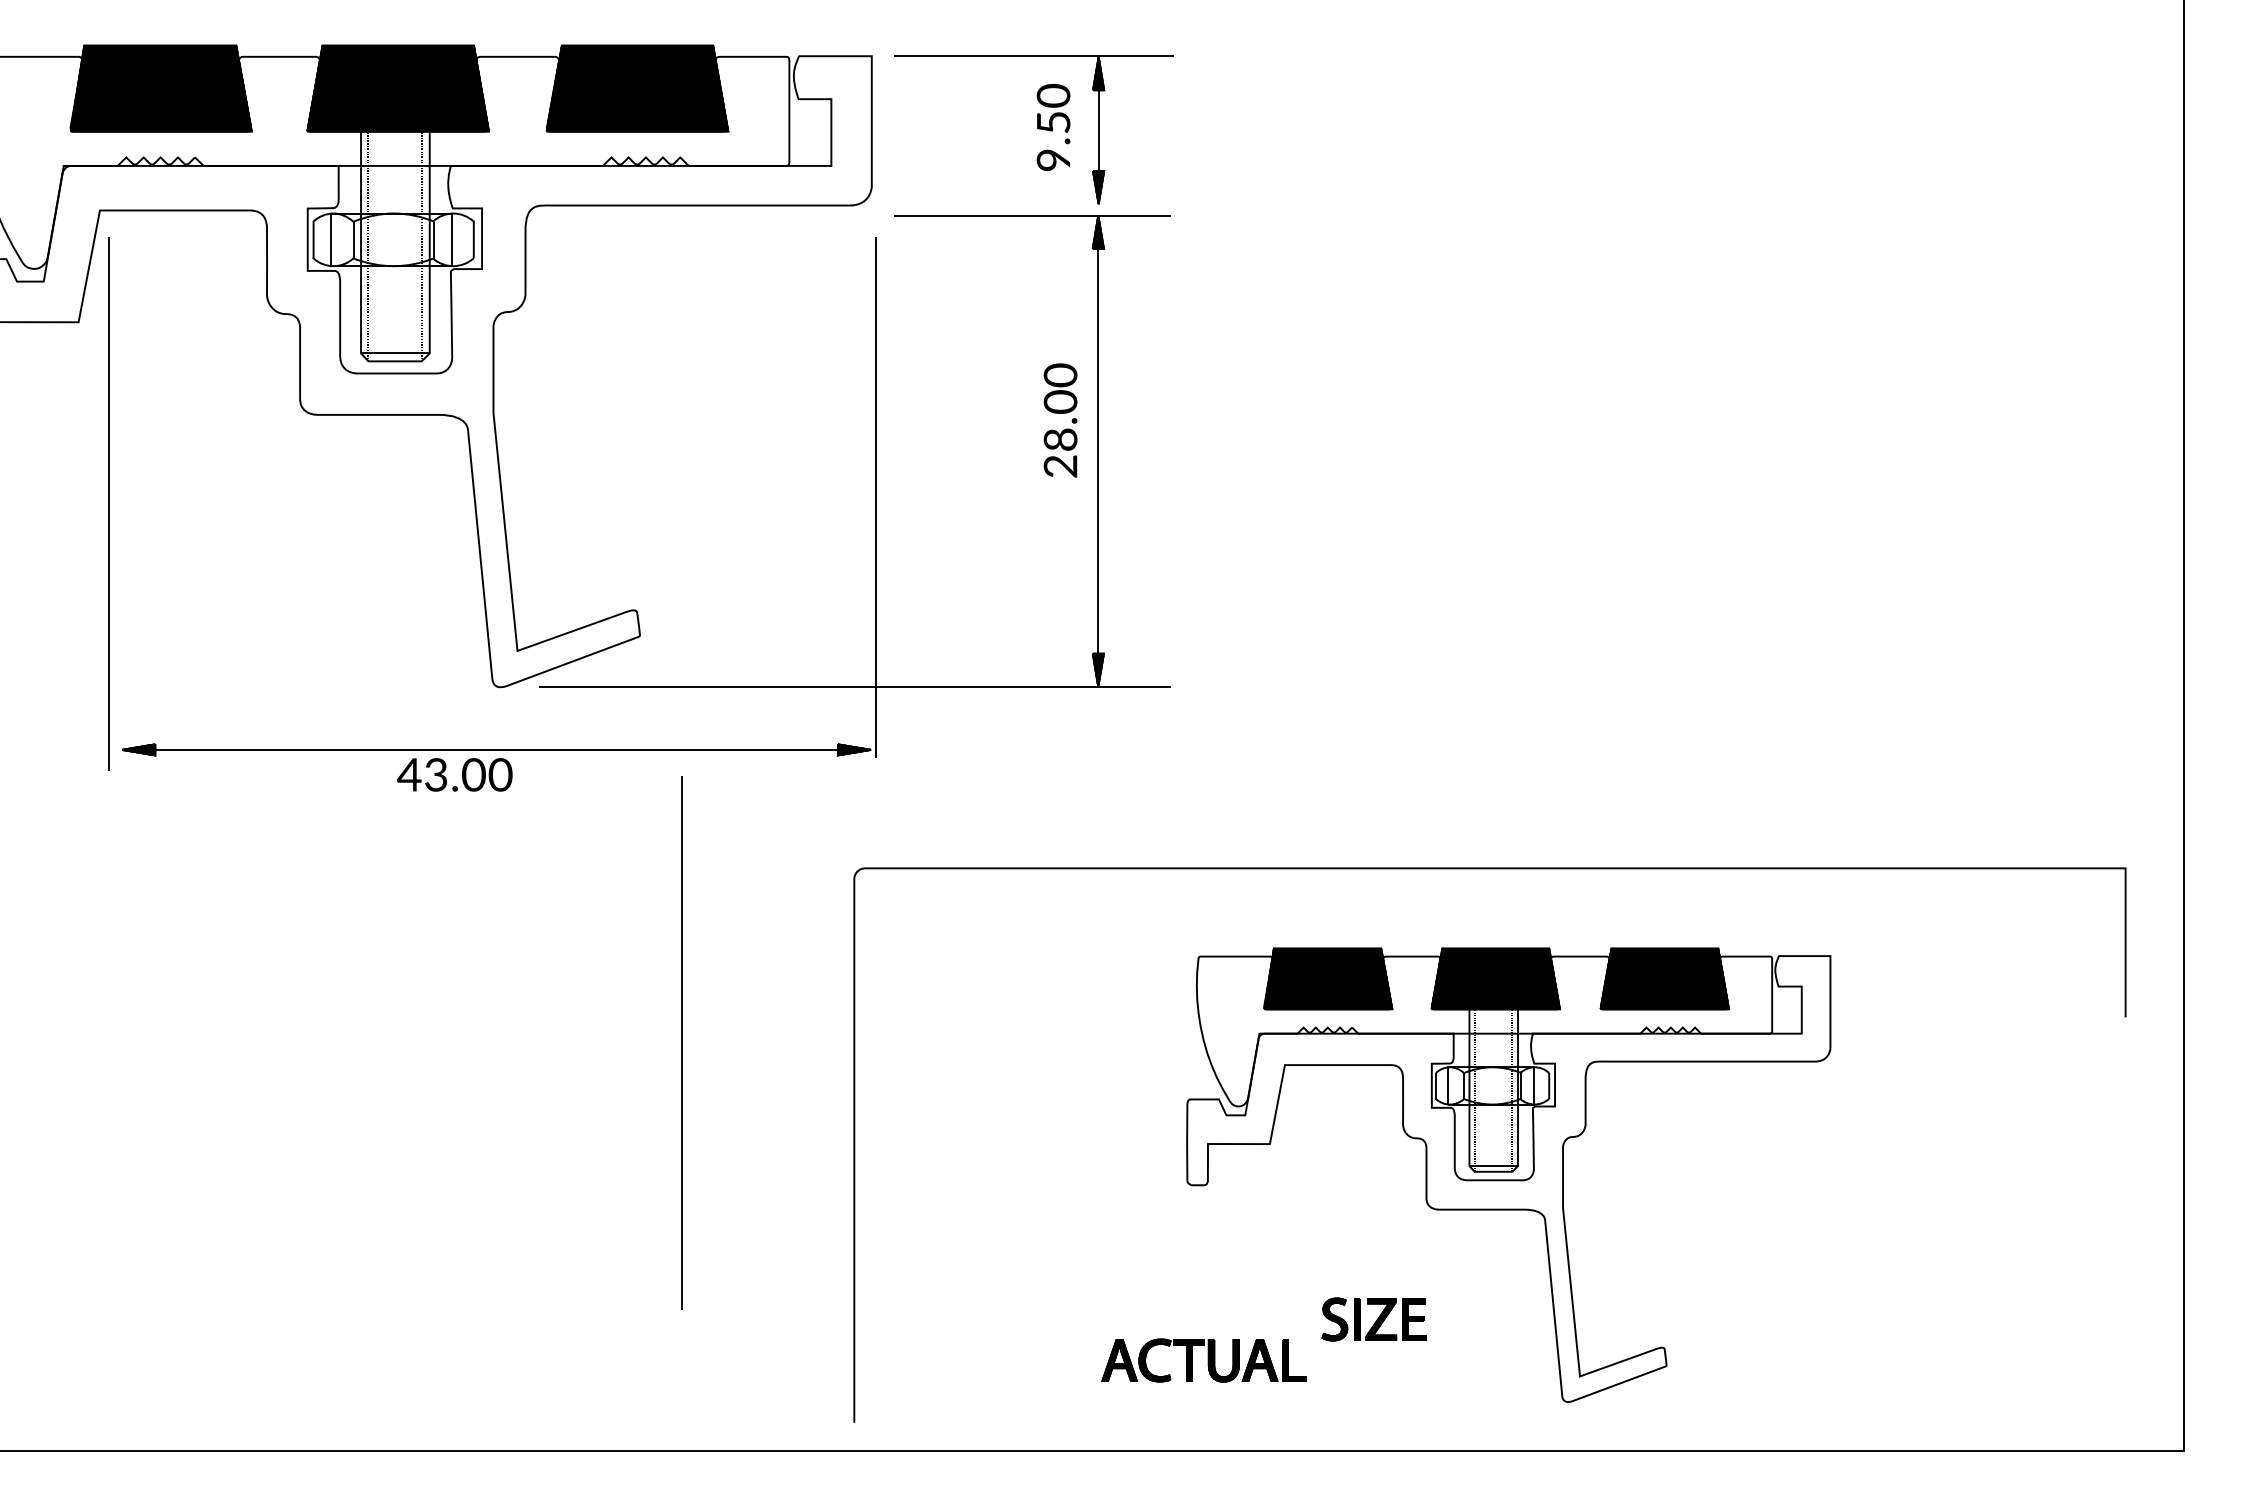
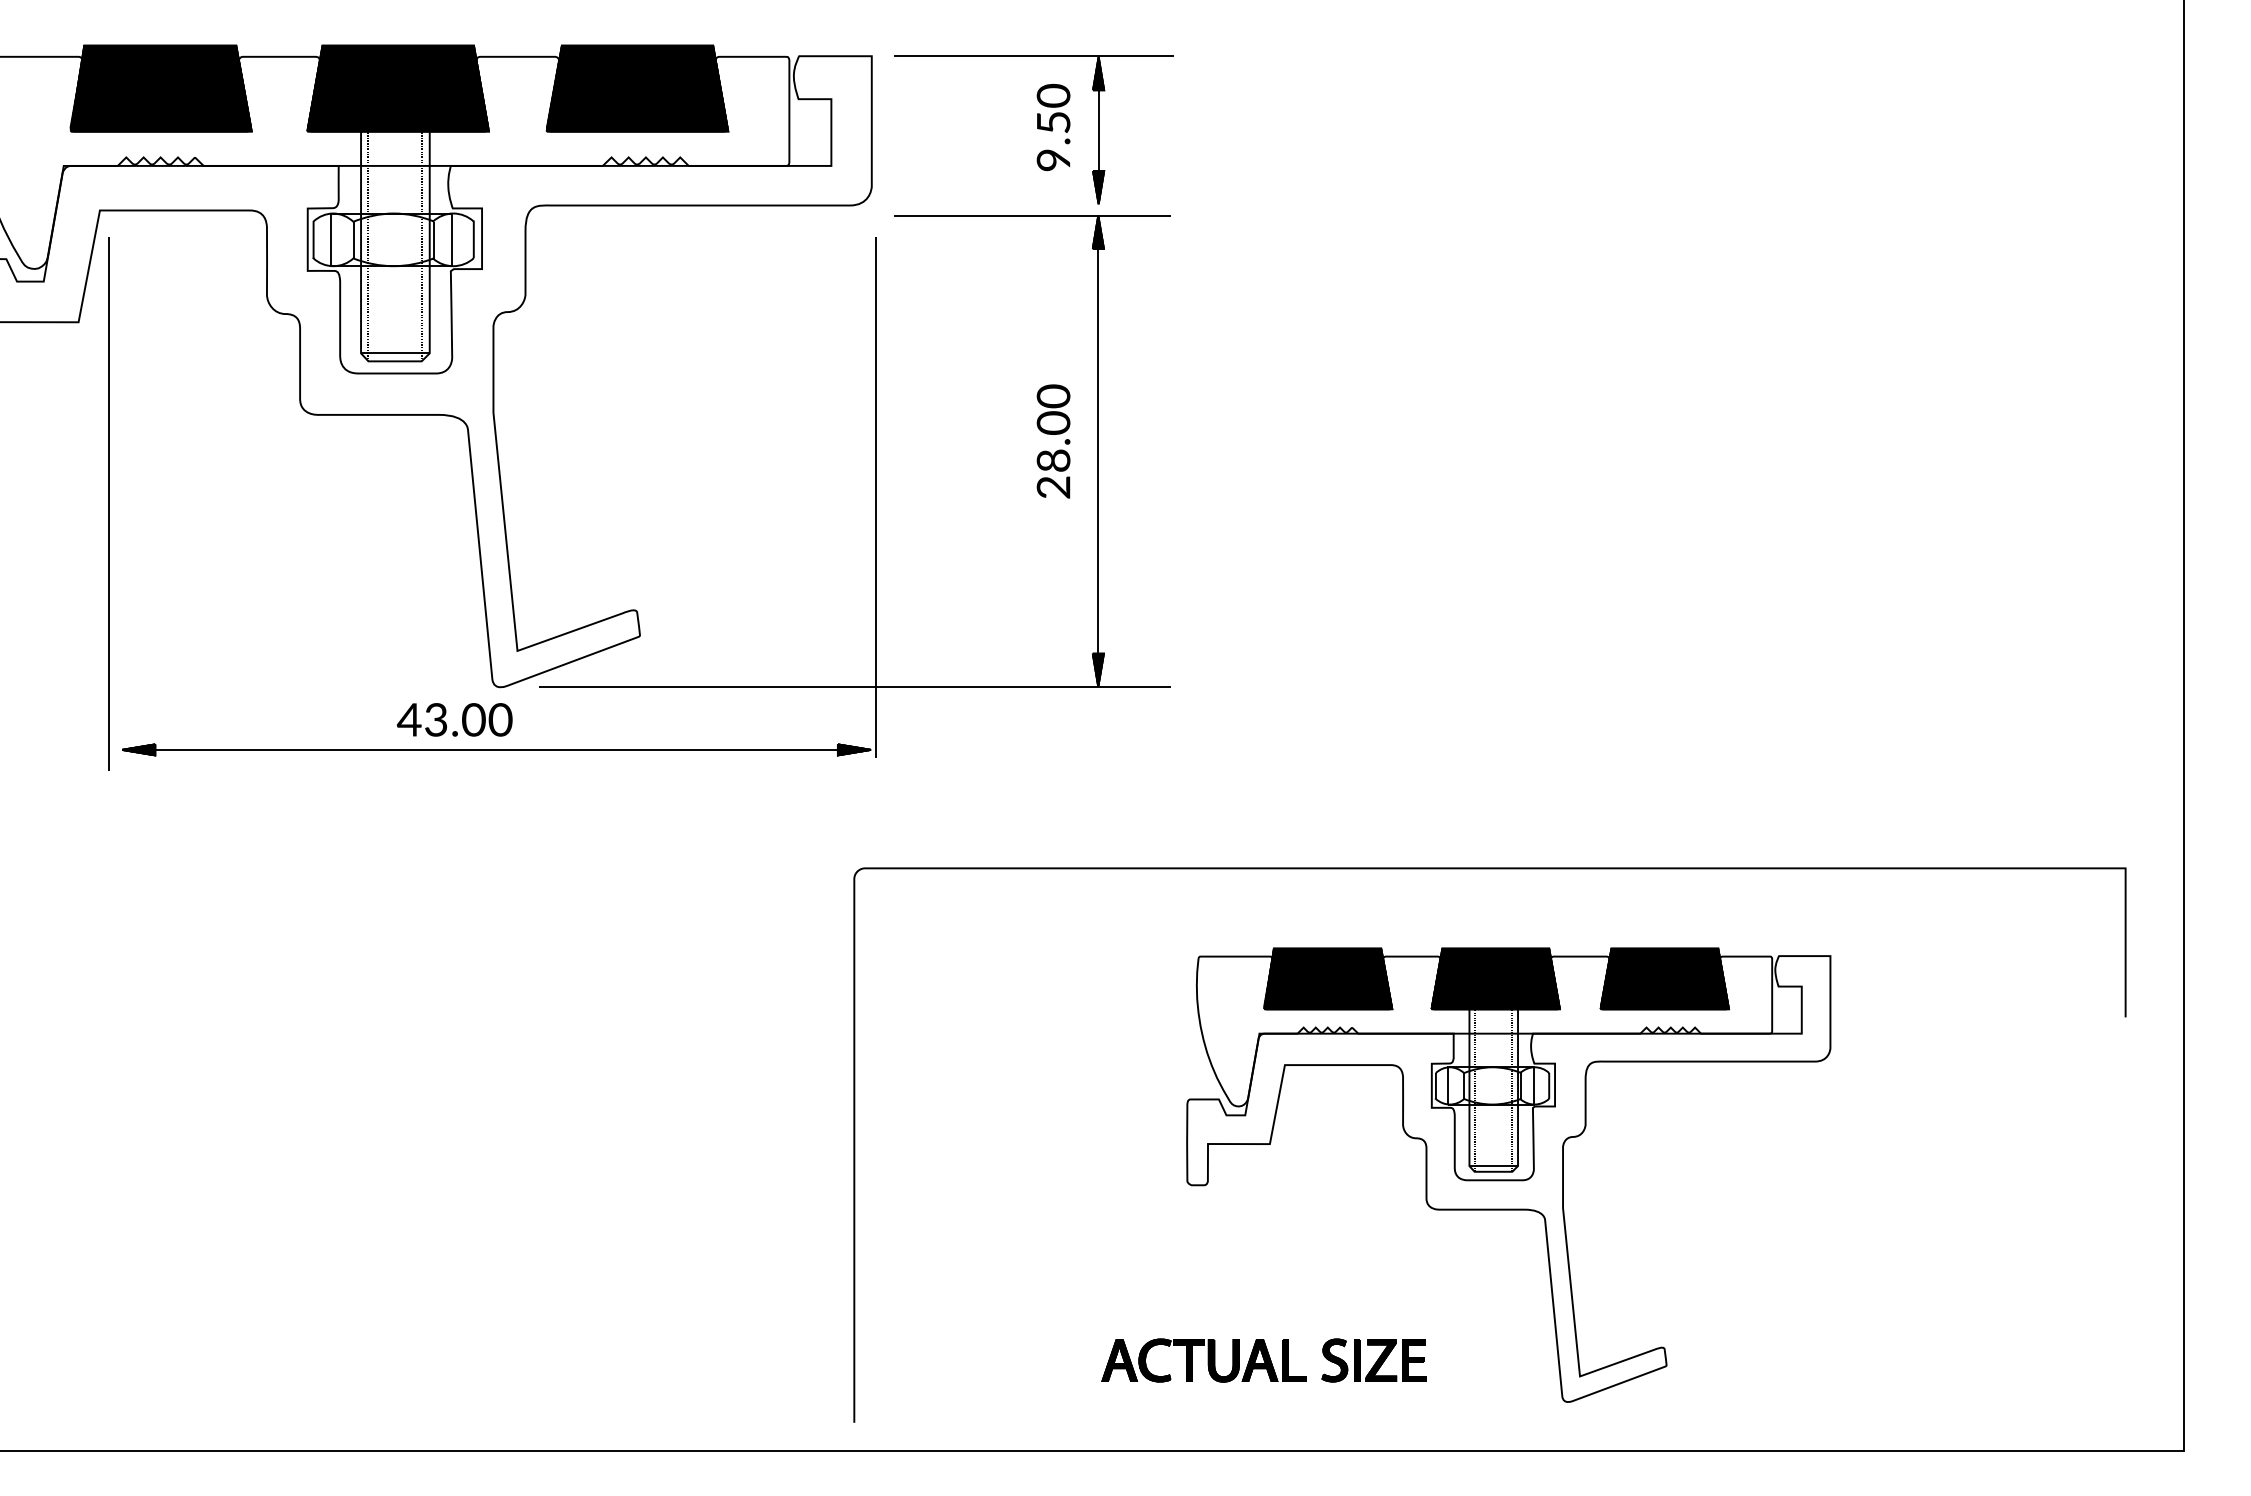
text at (1060, 420) position: (1060, 420) -> (1053, 441)
text at (454, 774) position: (454, 774) -> (454, 719)
line at (681, 1042): present -> none
part at (1373, 1319) position: (1373, 1319) -> (1373, 1360)
